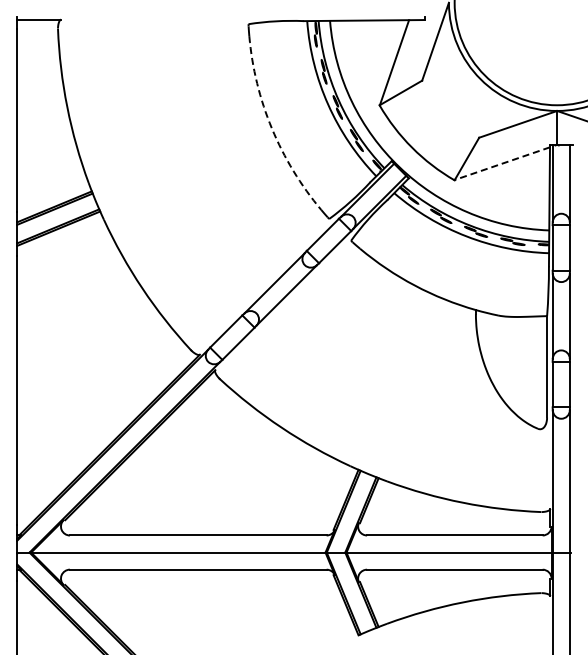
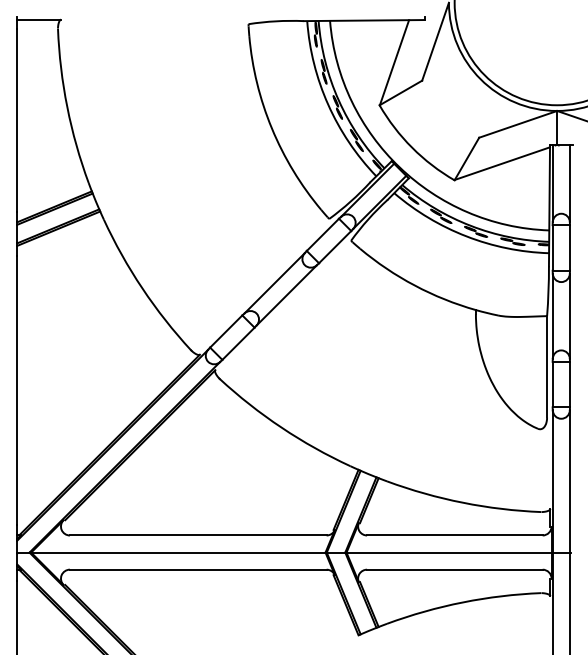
arc at (271, 128): dashed -> solid
line at (501, 163): dashed -> solid
